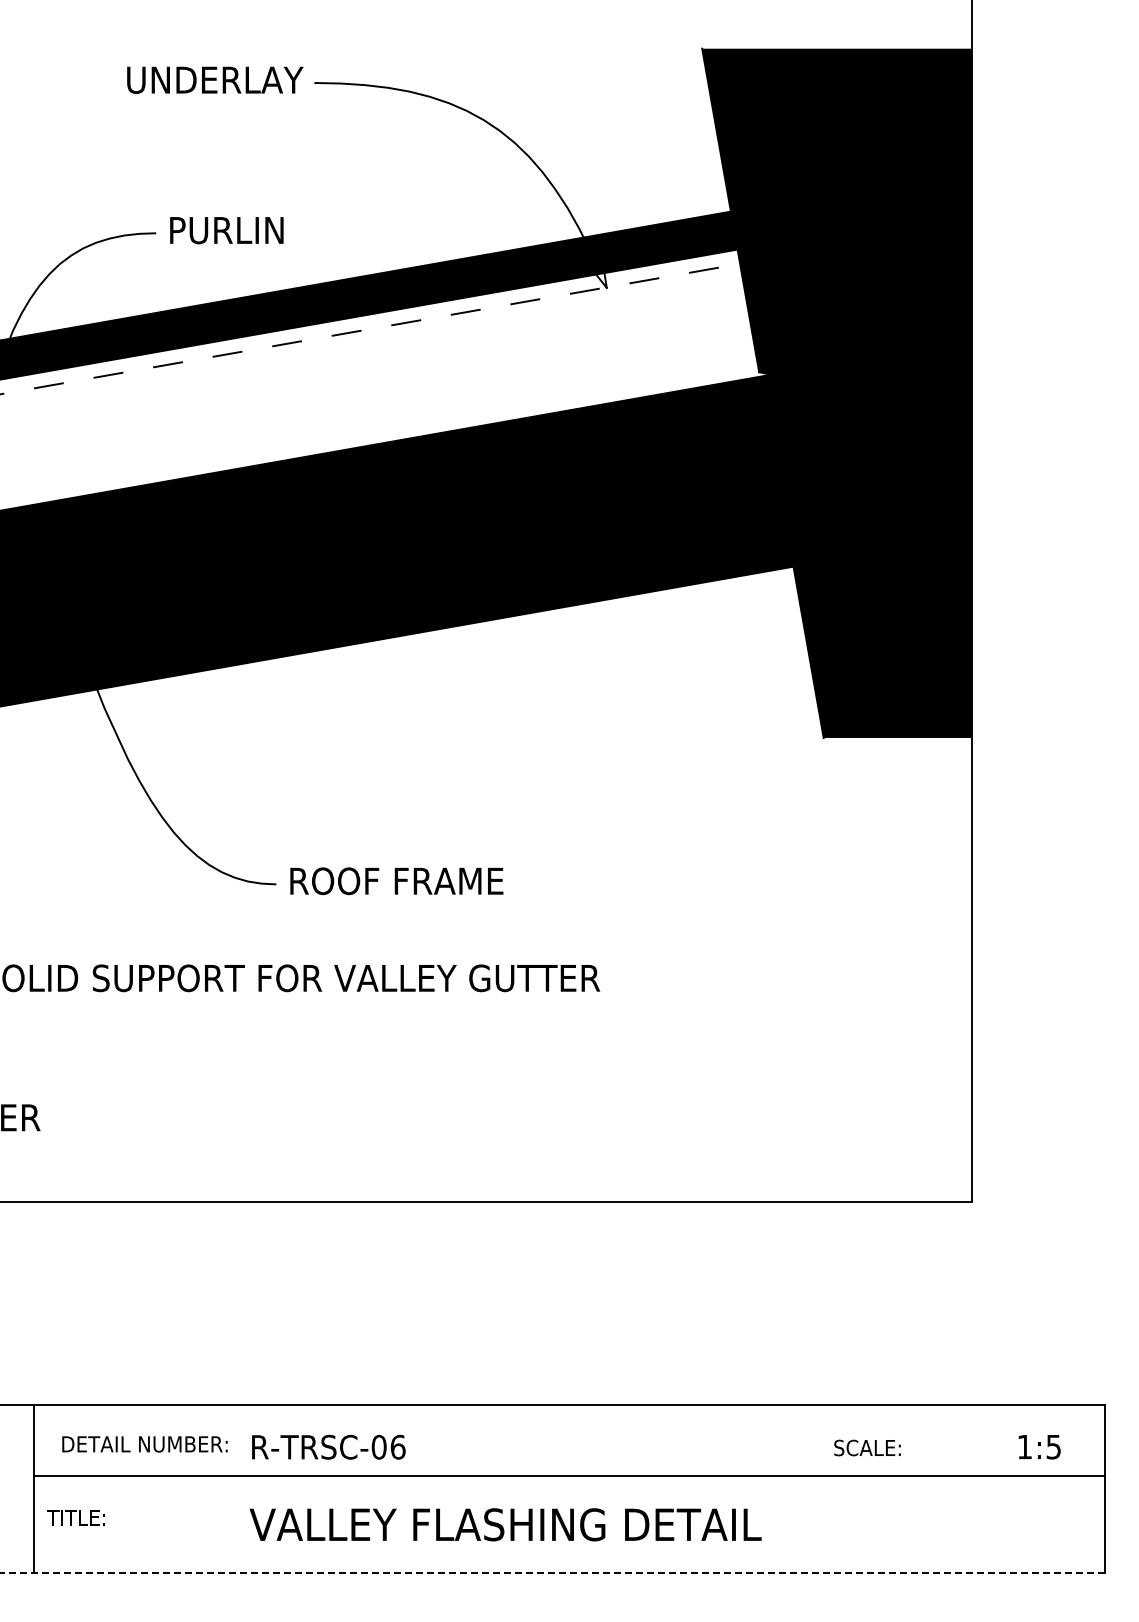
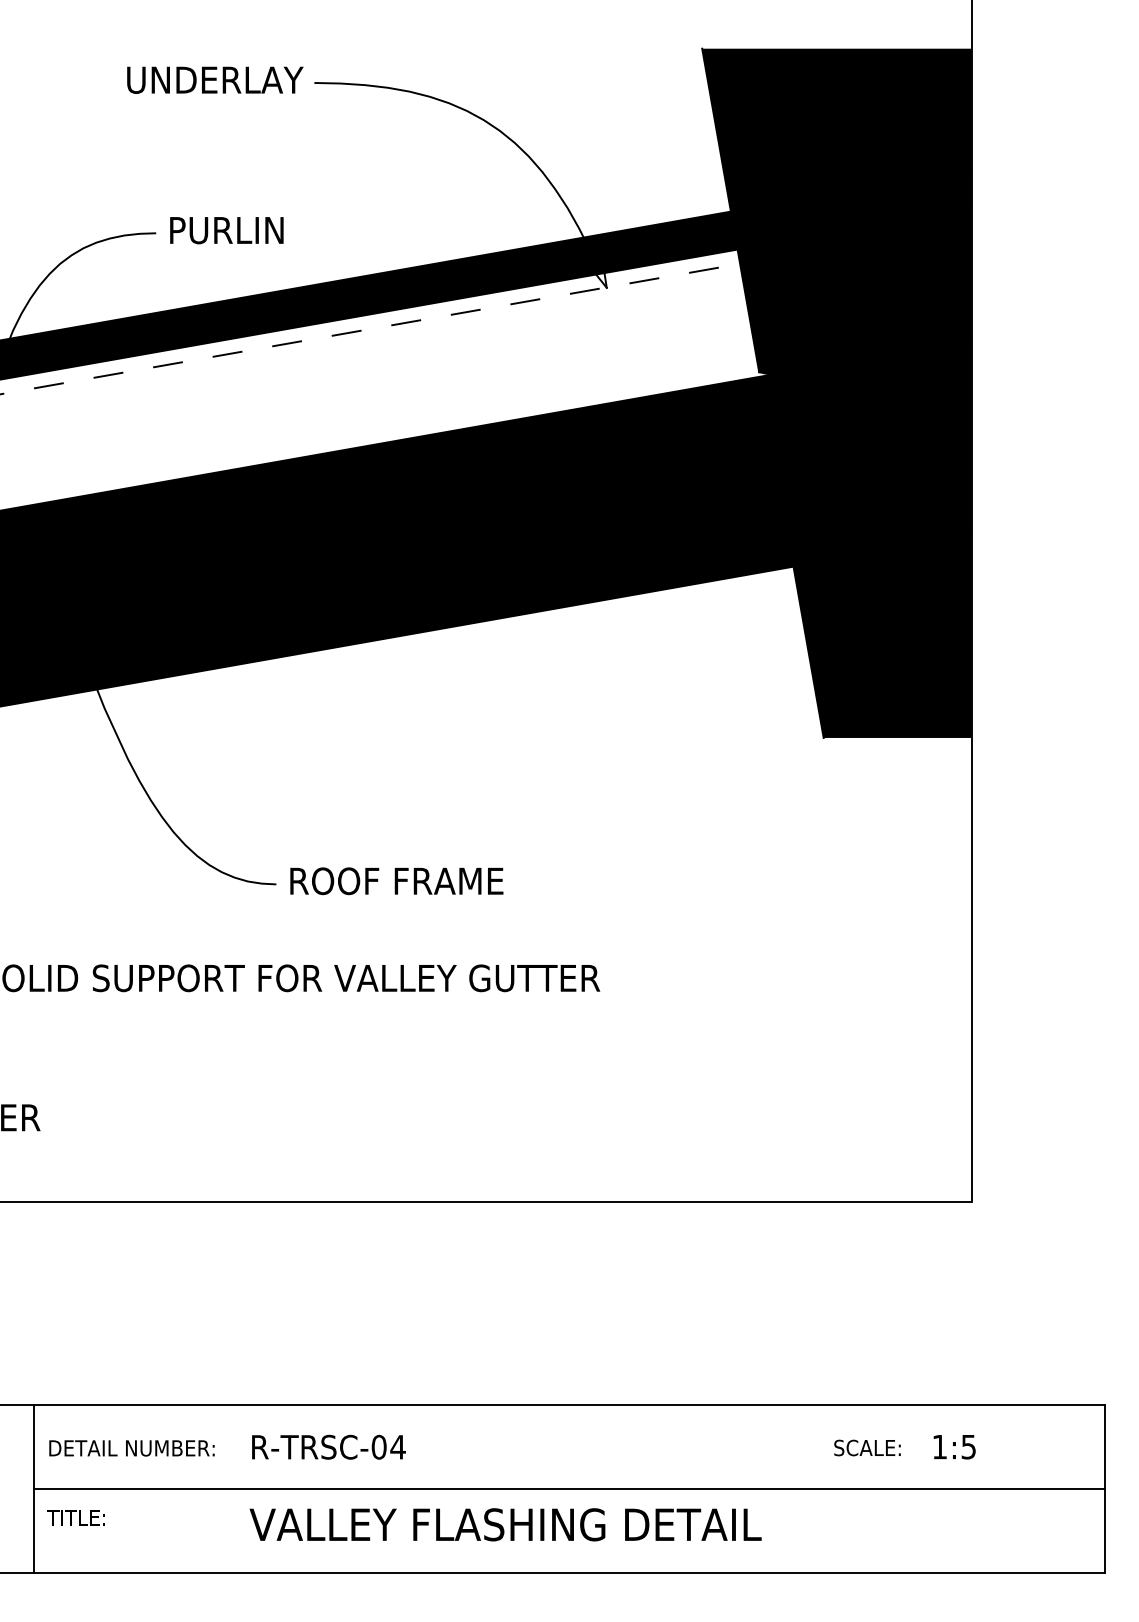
text at (144, 1444) position: (144, 1444) -> (131, 1448)
text at (397, 1446): R-TRSC-06 -> R-TRSC-04
text at (1039, 1447) position: (1039, 1447) -> (954, 1447)
line at (569, 1475) position: (569, 1475) -> (569, 1488)
line at (552, 1573): dashed -> solid
